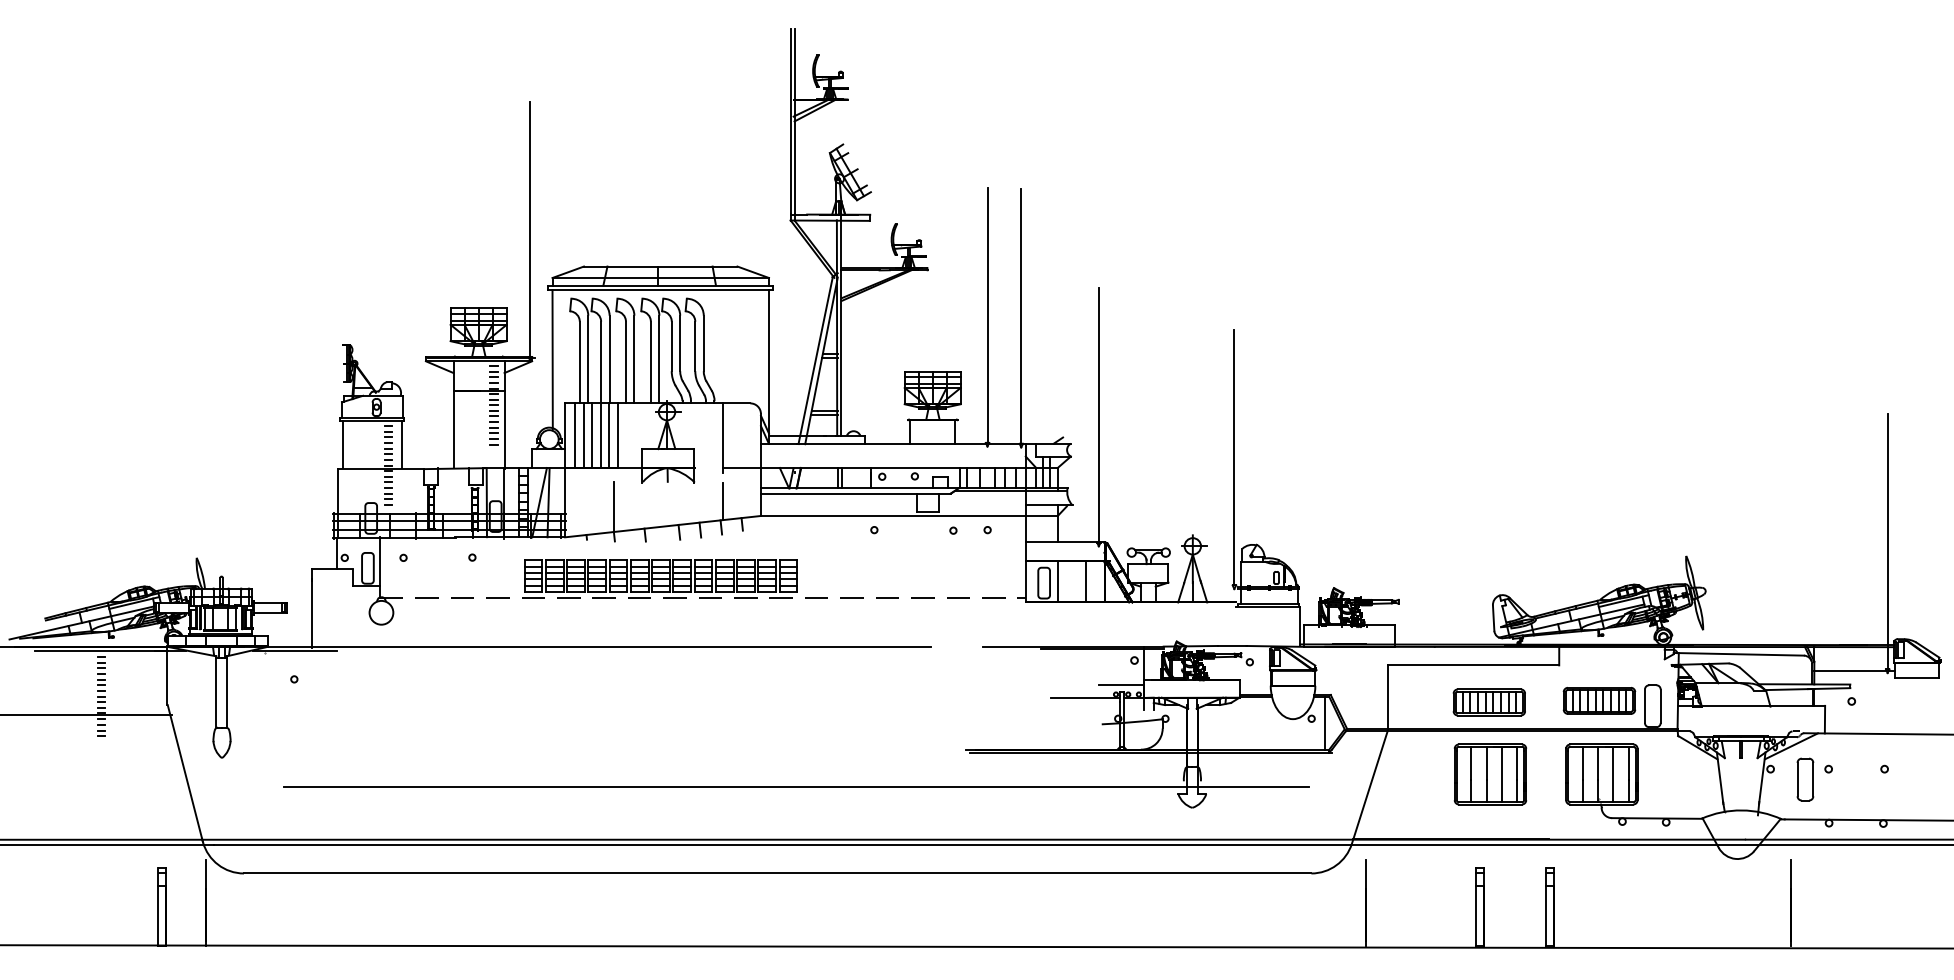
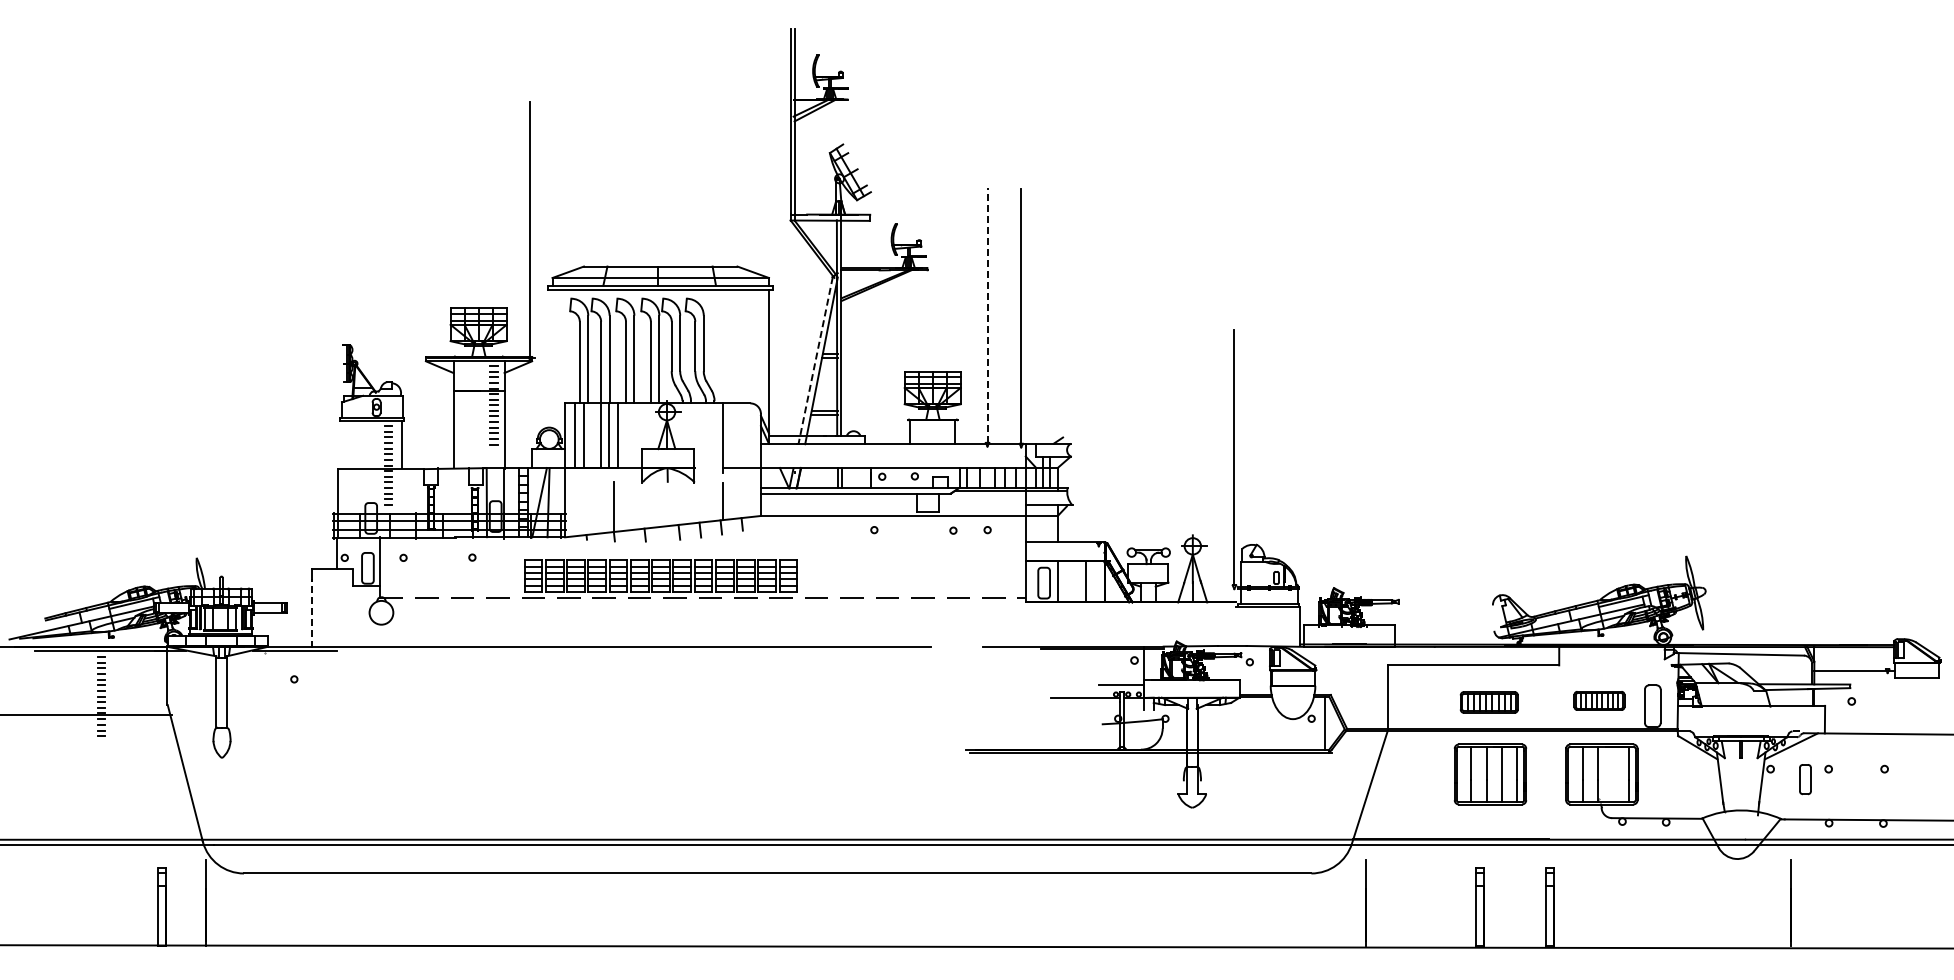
line at (987, 315): solid -> dashed
line at (552, 359): present -> none
line at (815, 361): solid -> dashed
line at (1098, 414): present -> none
line at (592, 435): present -> none
line at (343, 444): present -> none
line at (1887, 541): present -> none
line at (311, 613): solid -> dashed
line at (1493, 617): present -> none
part at (1599, 700) size: 75x28 px -> 53x20 px
part at (1488, 702) size: 74x29 px -> 60x23 px
line at (1613, 774): present -> none
part at (1805, 779) size: 19x45 px -> 13x32 px
line at (796, 786): present -> none
